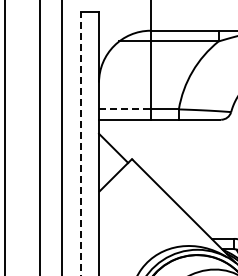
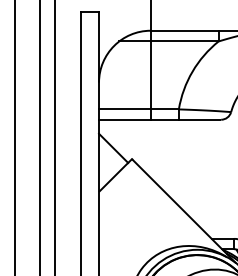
line at (124, 109): dashed -> solid
line at (5, 137) position: (5, 137) -> (15, 137)
line at (62, 137) position: (62, 137) -> (55, 137)
line at (81, 143): dashed -> solid
